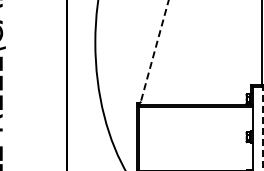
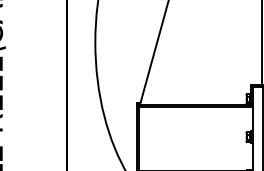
line at (154, 53): dashed -> solid
line at (263, 127): dashed -> solid
